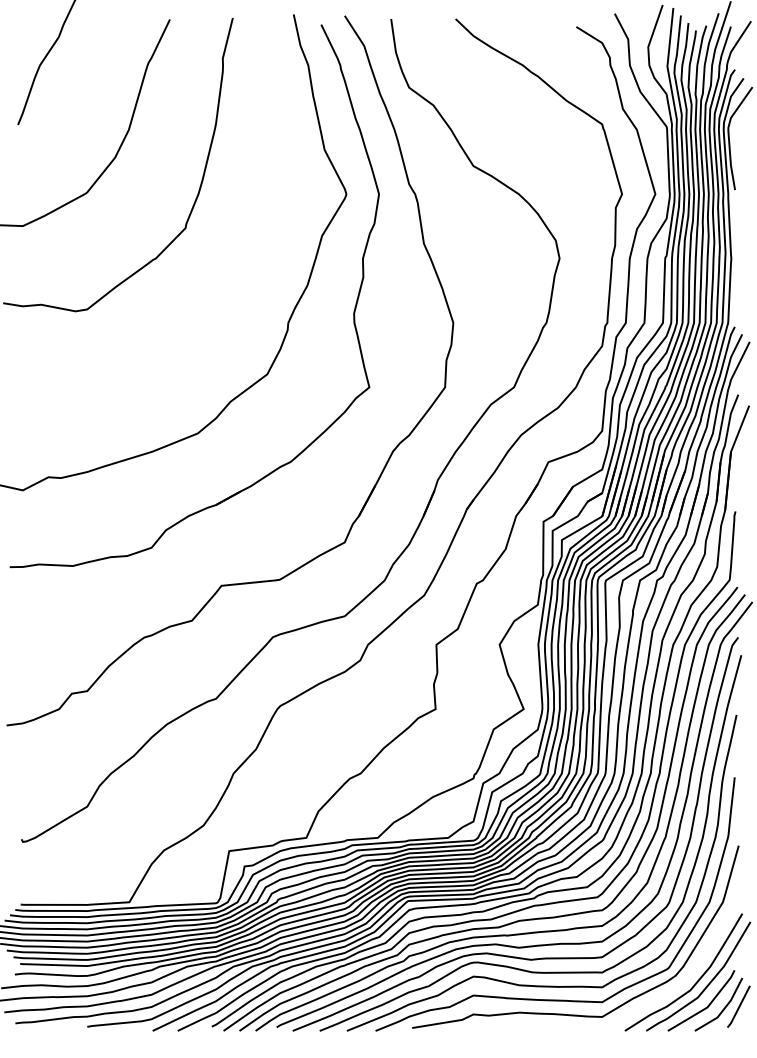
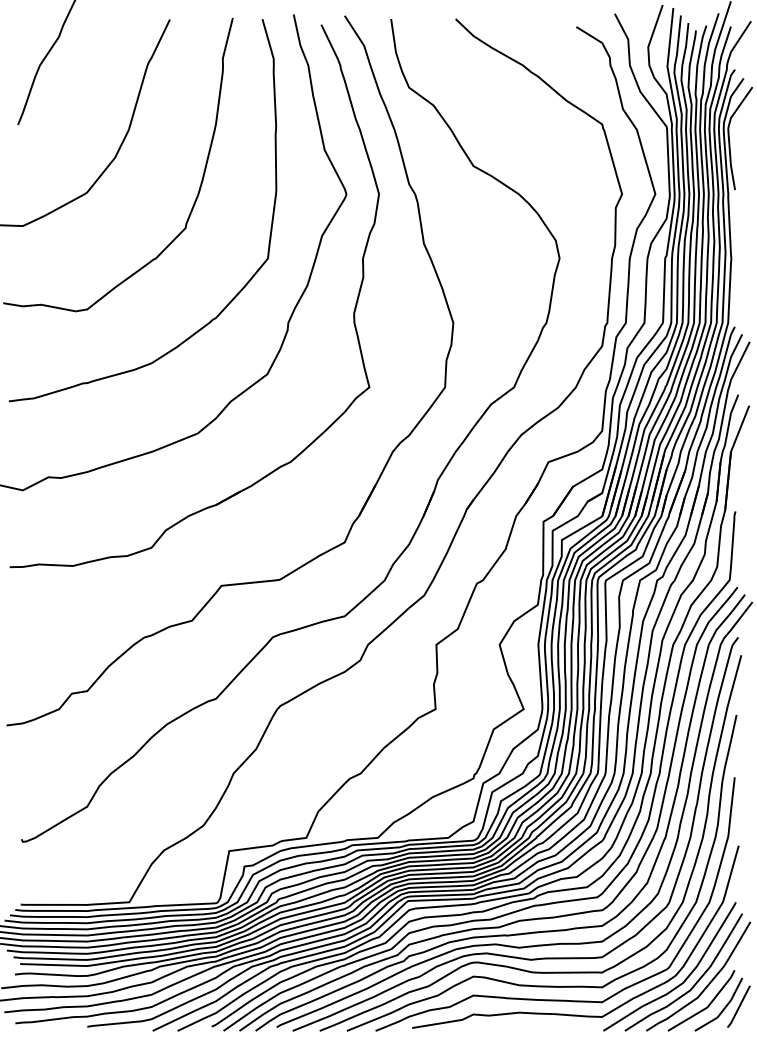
curve at (239, 290): none -> present
curve at (683, 980): none -> present
